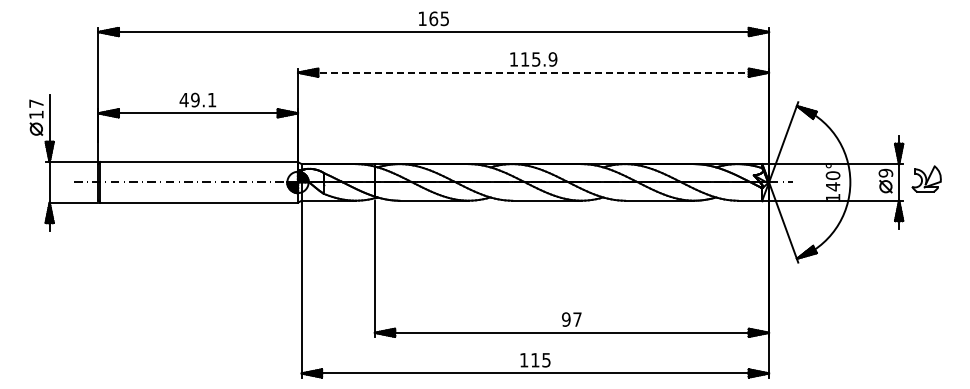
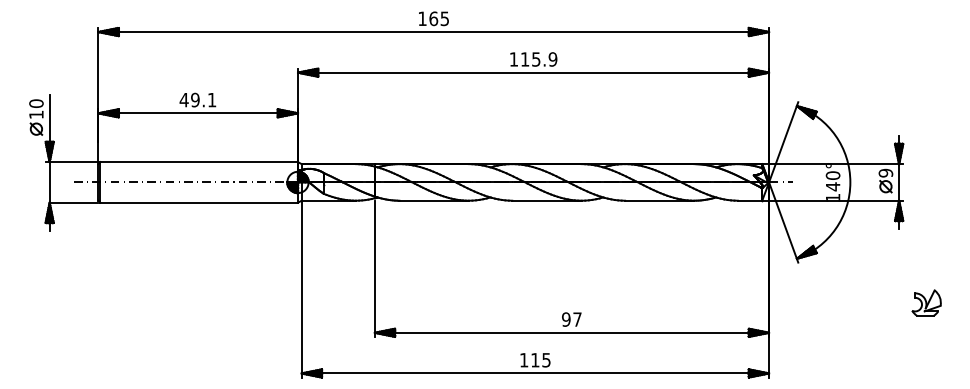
line at (533, 72): dashed -> solid
text at (36, 103): 17 -> 10
part at (926, 178) position: (926, 178) -> (926, 302)
